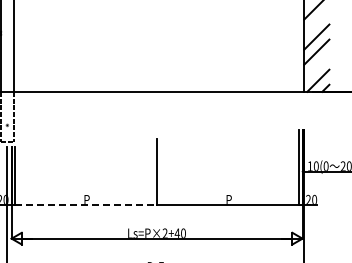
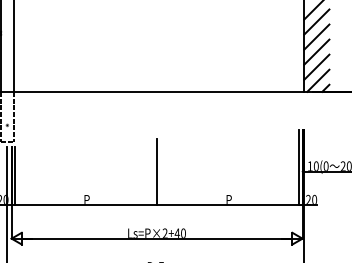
line at (316, 21): none -> present
line at (316, 66): none -> present
line at (86, 205): dashed -> solid
